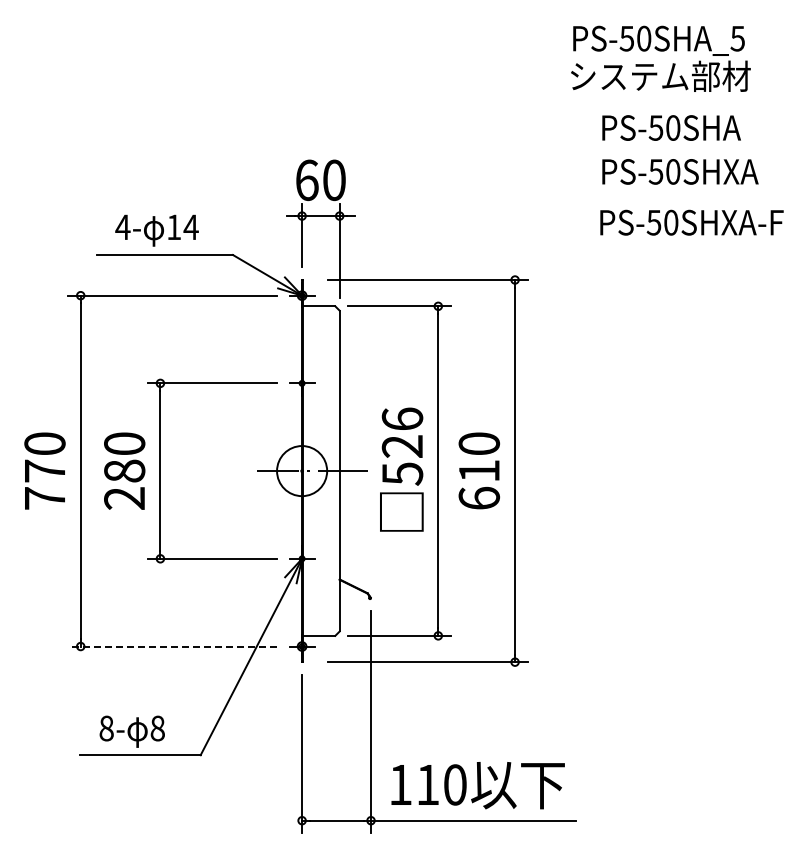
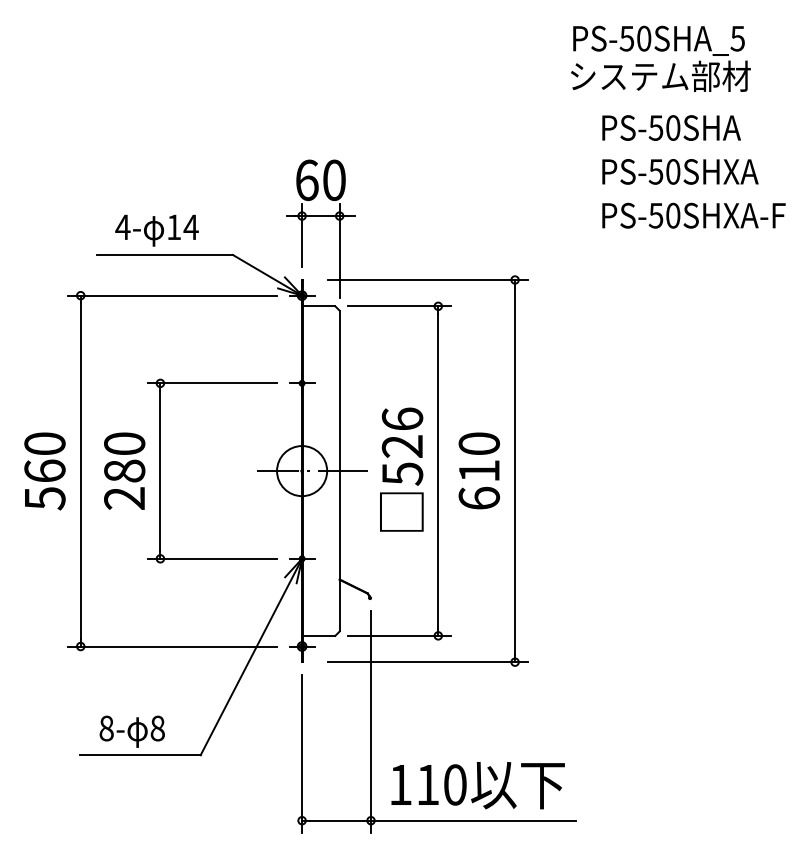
text at (691, 222) position: (691, 222) -> (693, 215)
text at (44, 484): 770 -> 560
line at (172, 646): dashed -> solid
